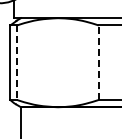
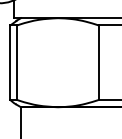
line at (98, 62): dashed -> solid
line at (17, 63): dashed -> solid
